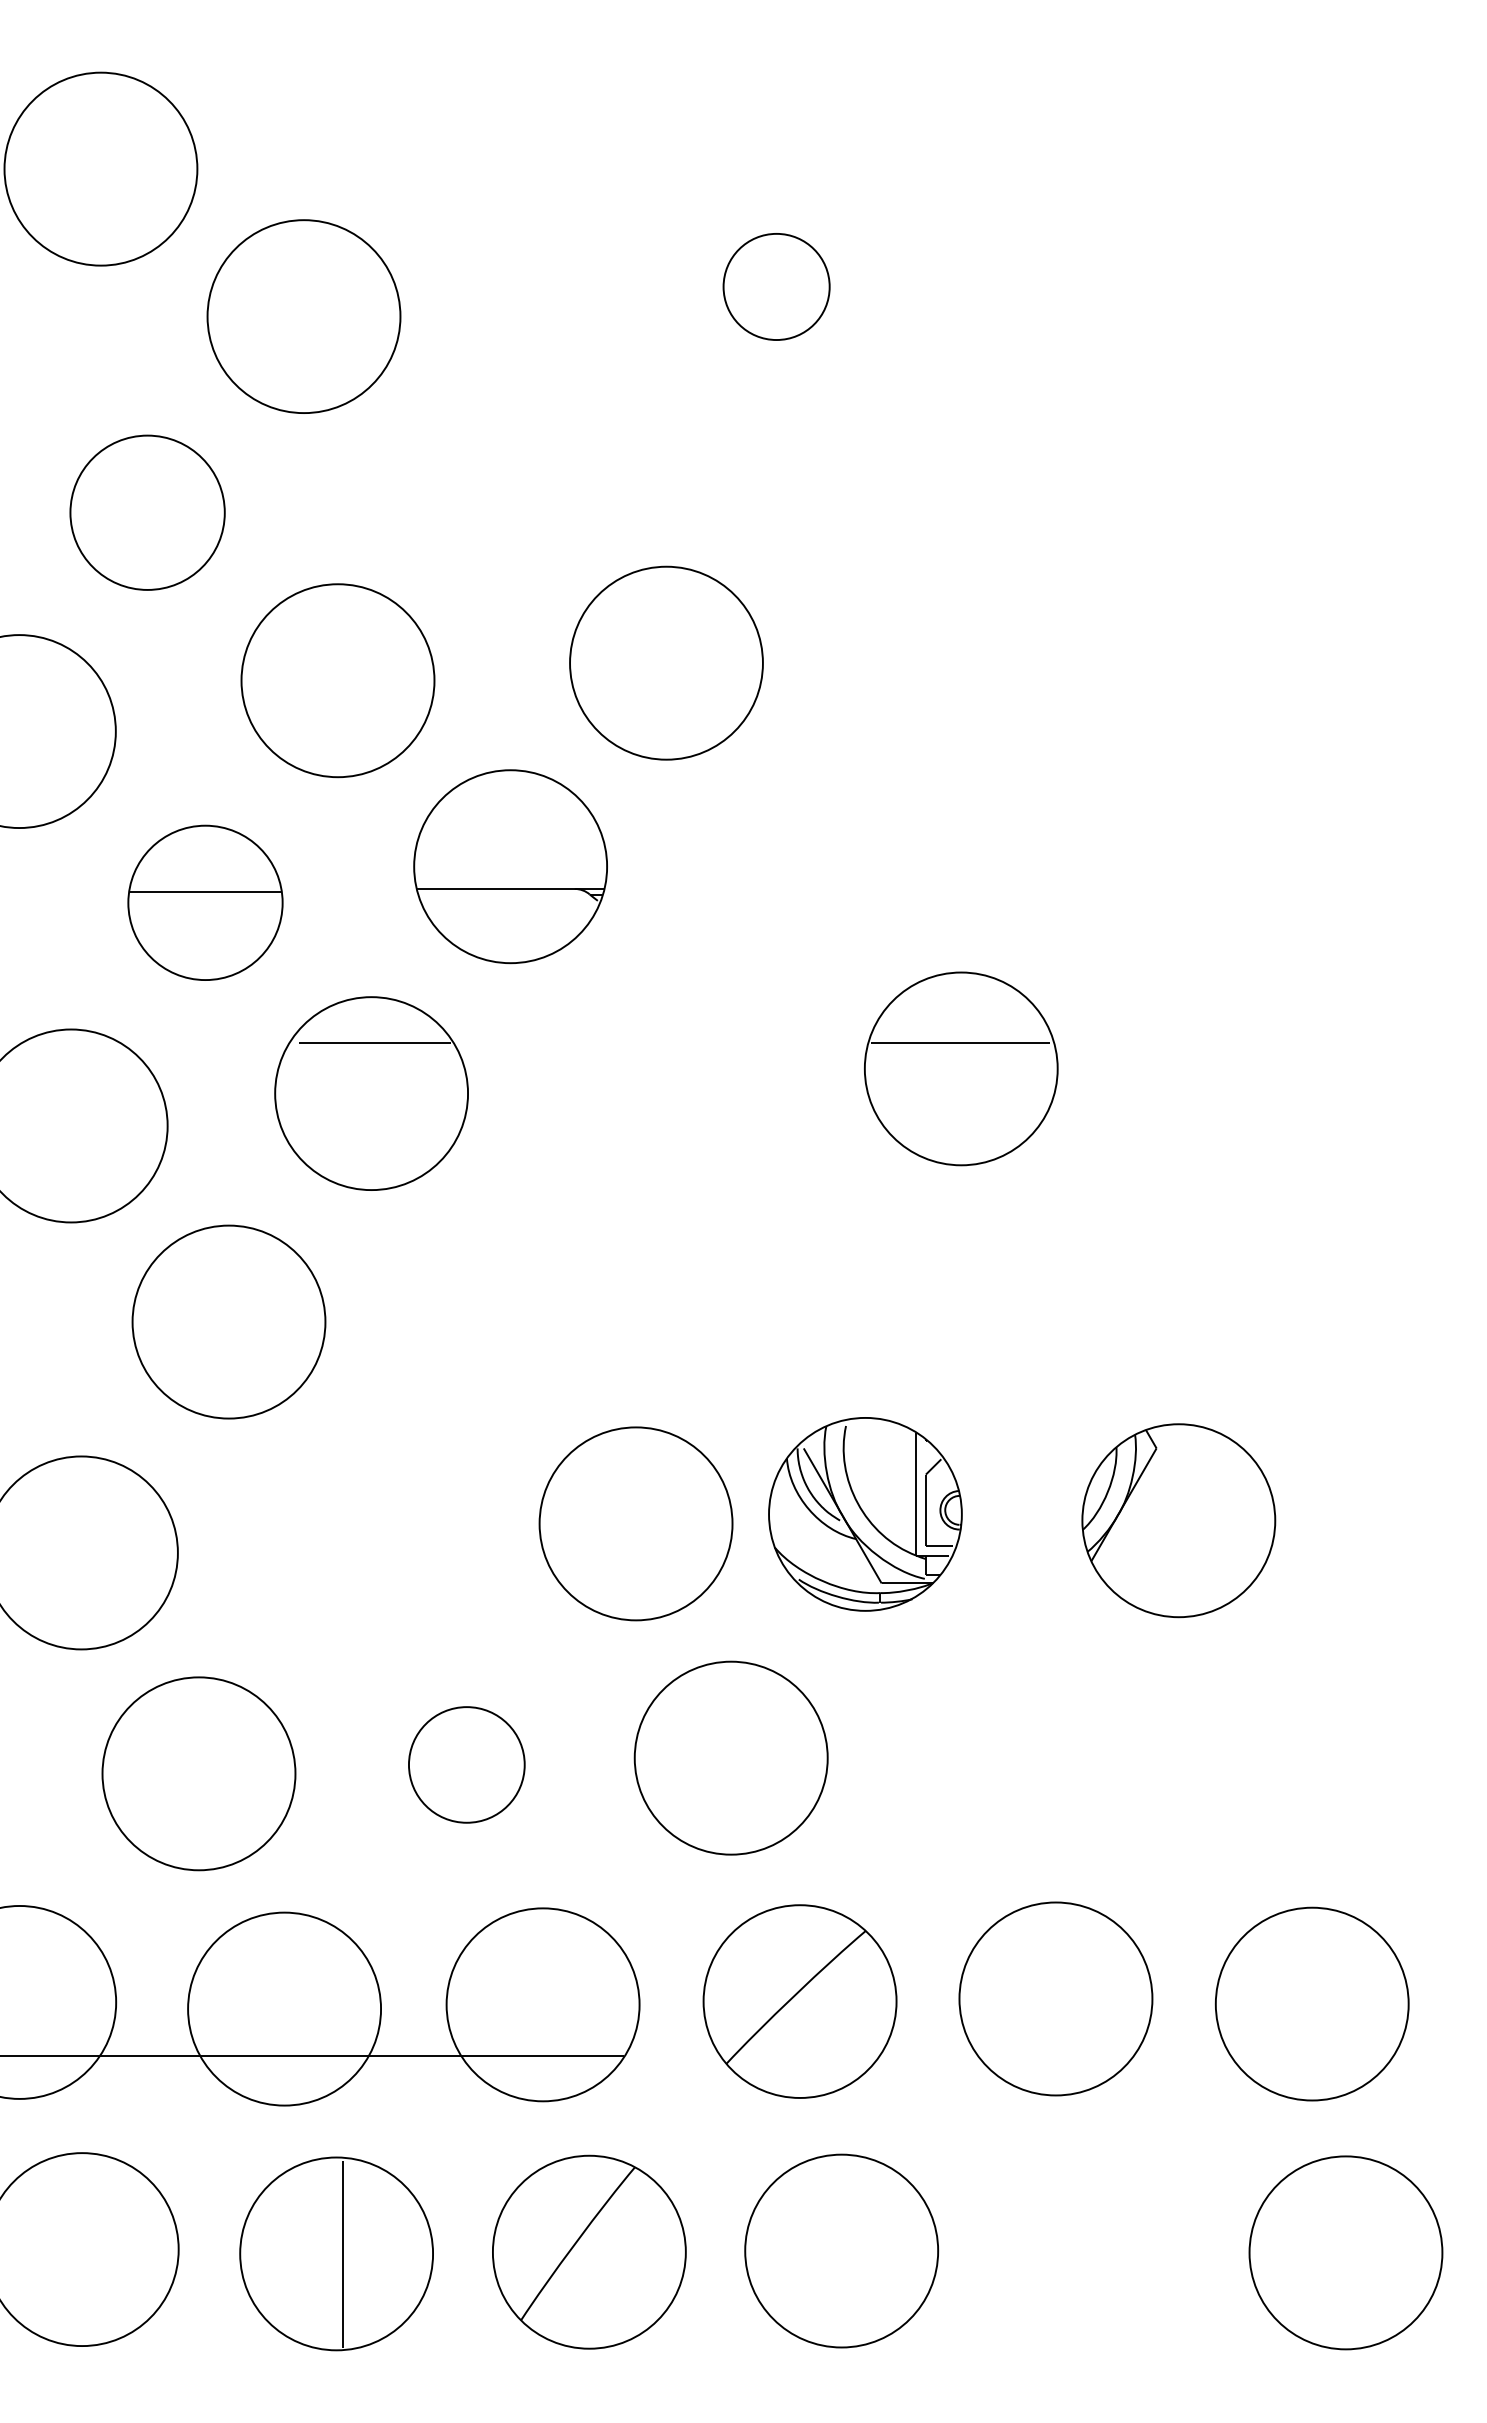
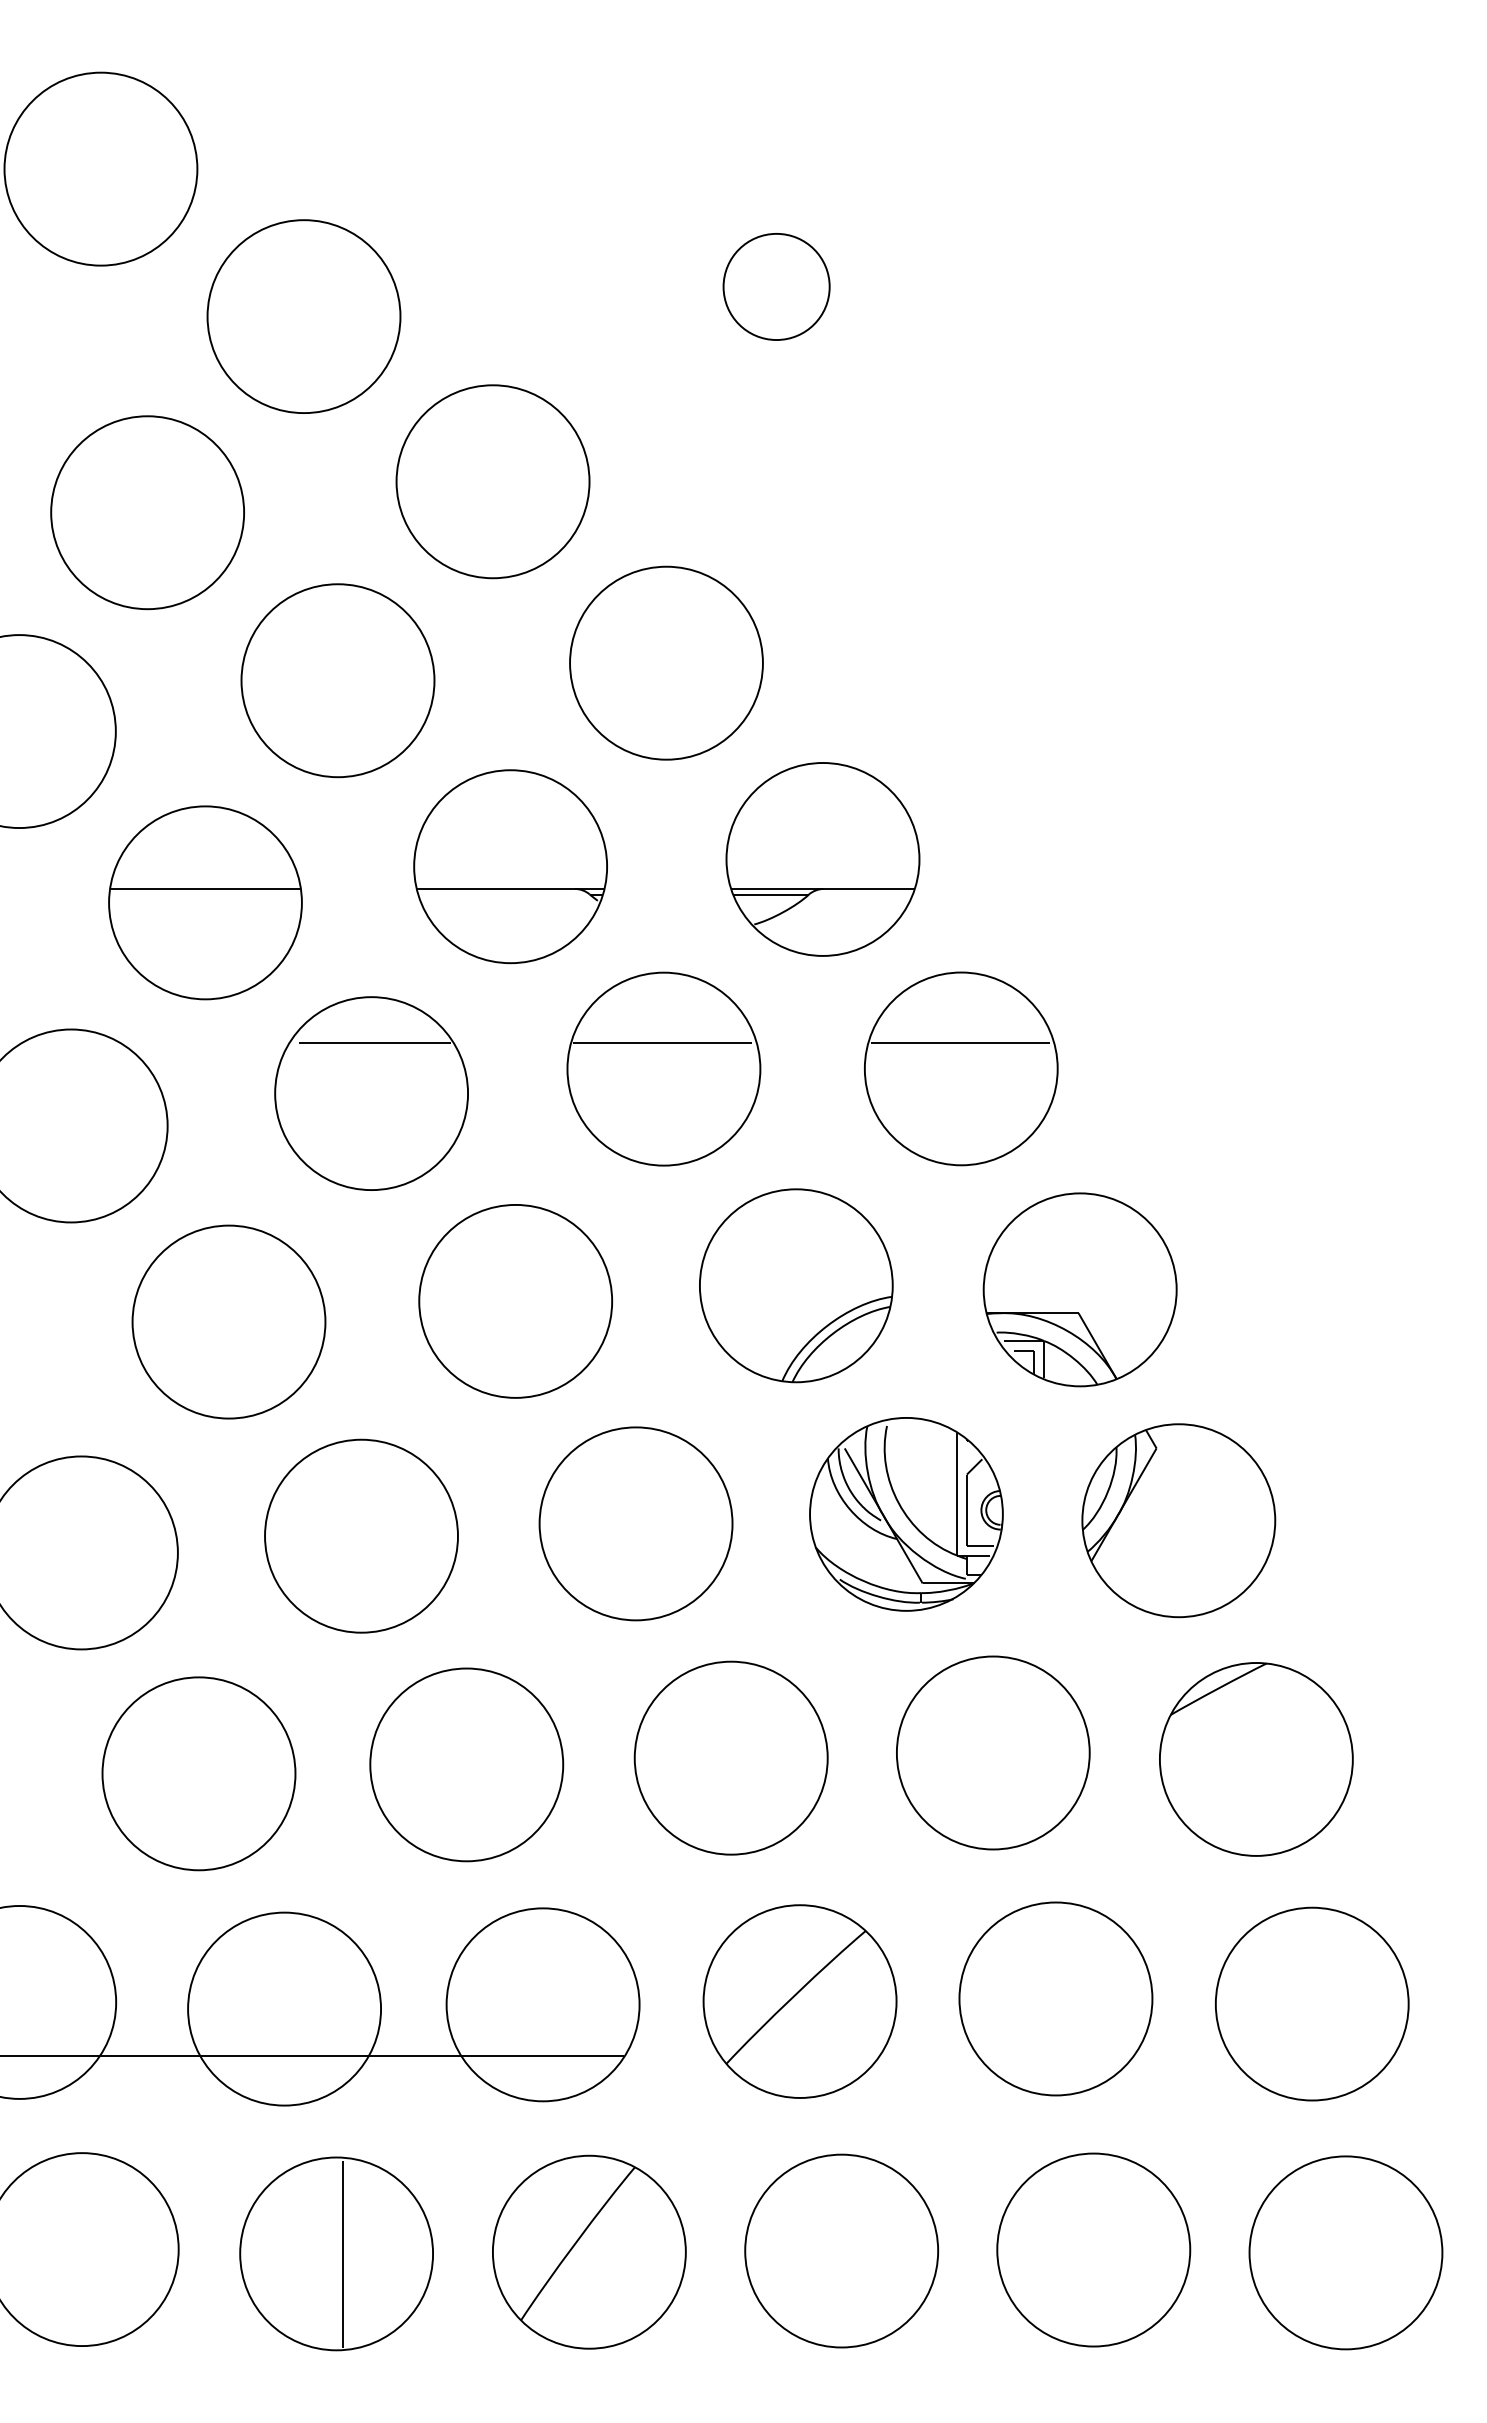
part at (492, 481): none -> present
part at (147, 512) size: 157x157 px -> 195x196 px
part at (822, 859): none -> present
part at (205, 902) size: 157x157 px -> 195x196 px
part at (663, 1068): none -> present
part at (796, 1285): none -> present
part at (1079, 1289): none -> present
part at (515, 1301): none -> present
part at (865, 1514) position: (865, 1514) -> (906, 1514)
part at (361, 1535): none -> present
part at (993, 1752): none -> present
part at (1256, 1759): none -> present
part at (466, 1764) size: 118x118 px -> 196x196 px
part at (1093, 2249): none -> present
